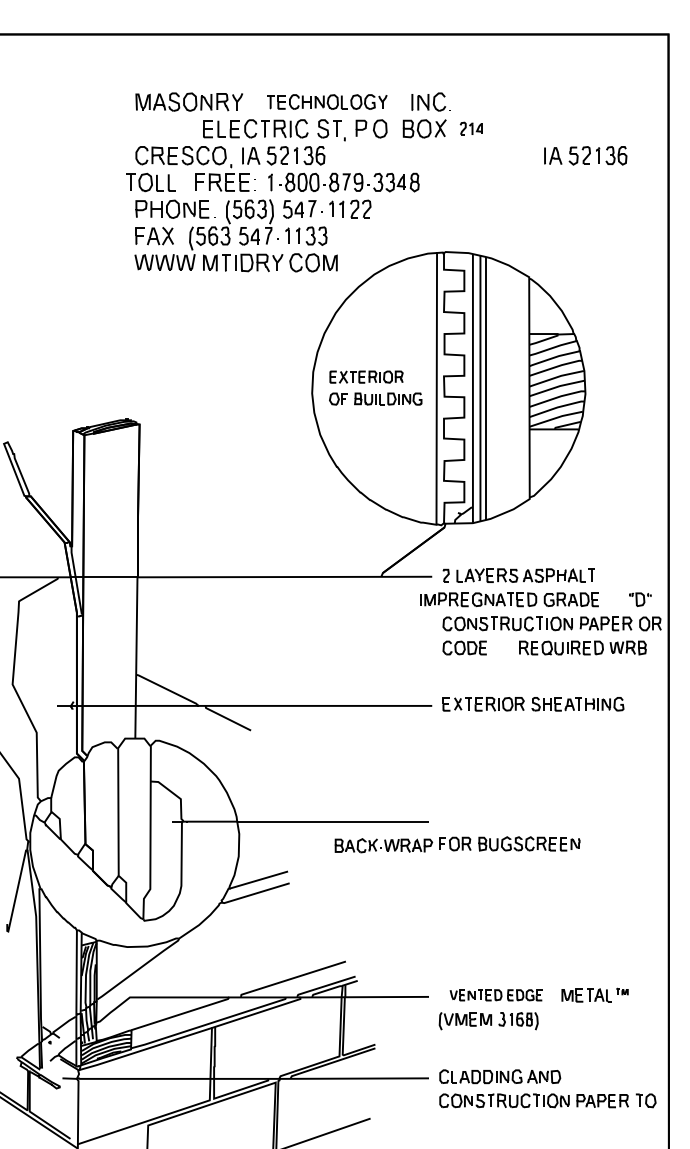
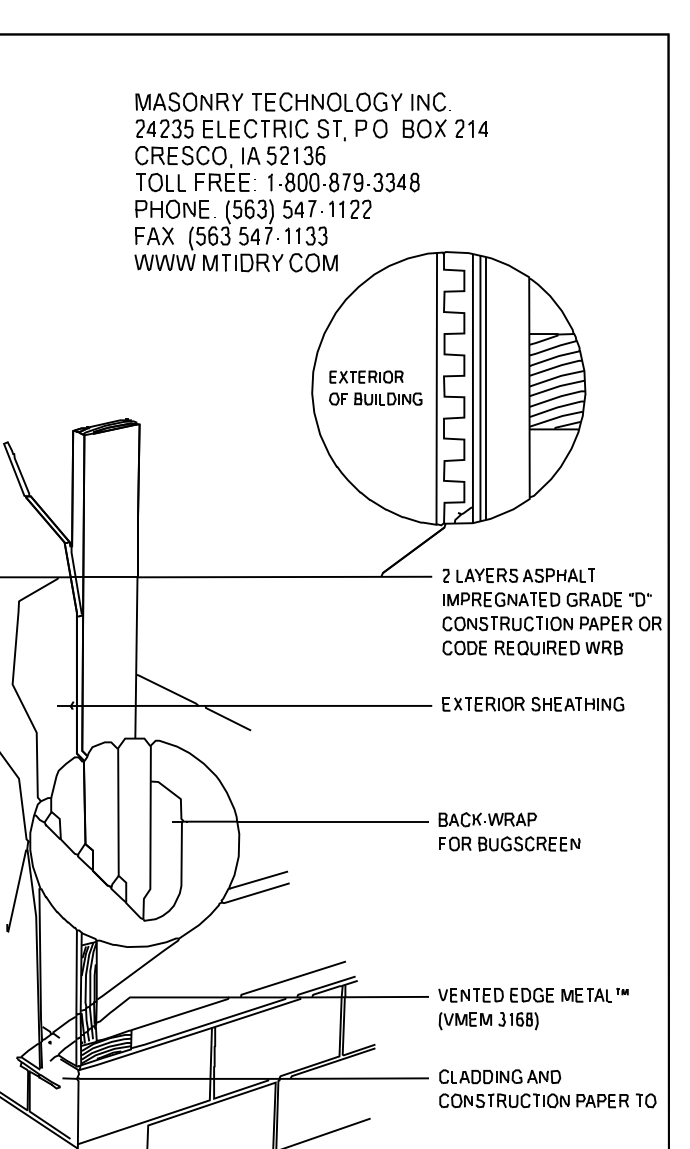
part at (327, 101) size: 121x16 px -> 151x20 px
part at (164, 128): none -> present
part at (470, 128) size: 24x15 px -> 33x19 px
part at (585, 155): present -> none
part at (150, 182) position: (150, 182) -> (160, 182)
part at (509, 599) position: (509, 599) -> (532, 599)
part at (582, 647) position: (582, 647) -> (558, 647)
part at (383, 845) position: (383, 845) -> (487, 819)
part at (495, 995) size: 94x13 px -> 116x15 px
